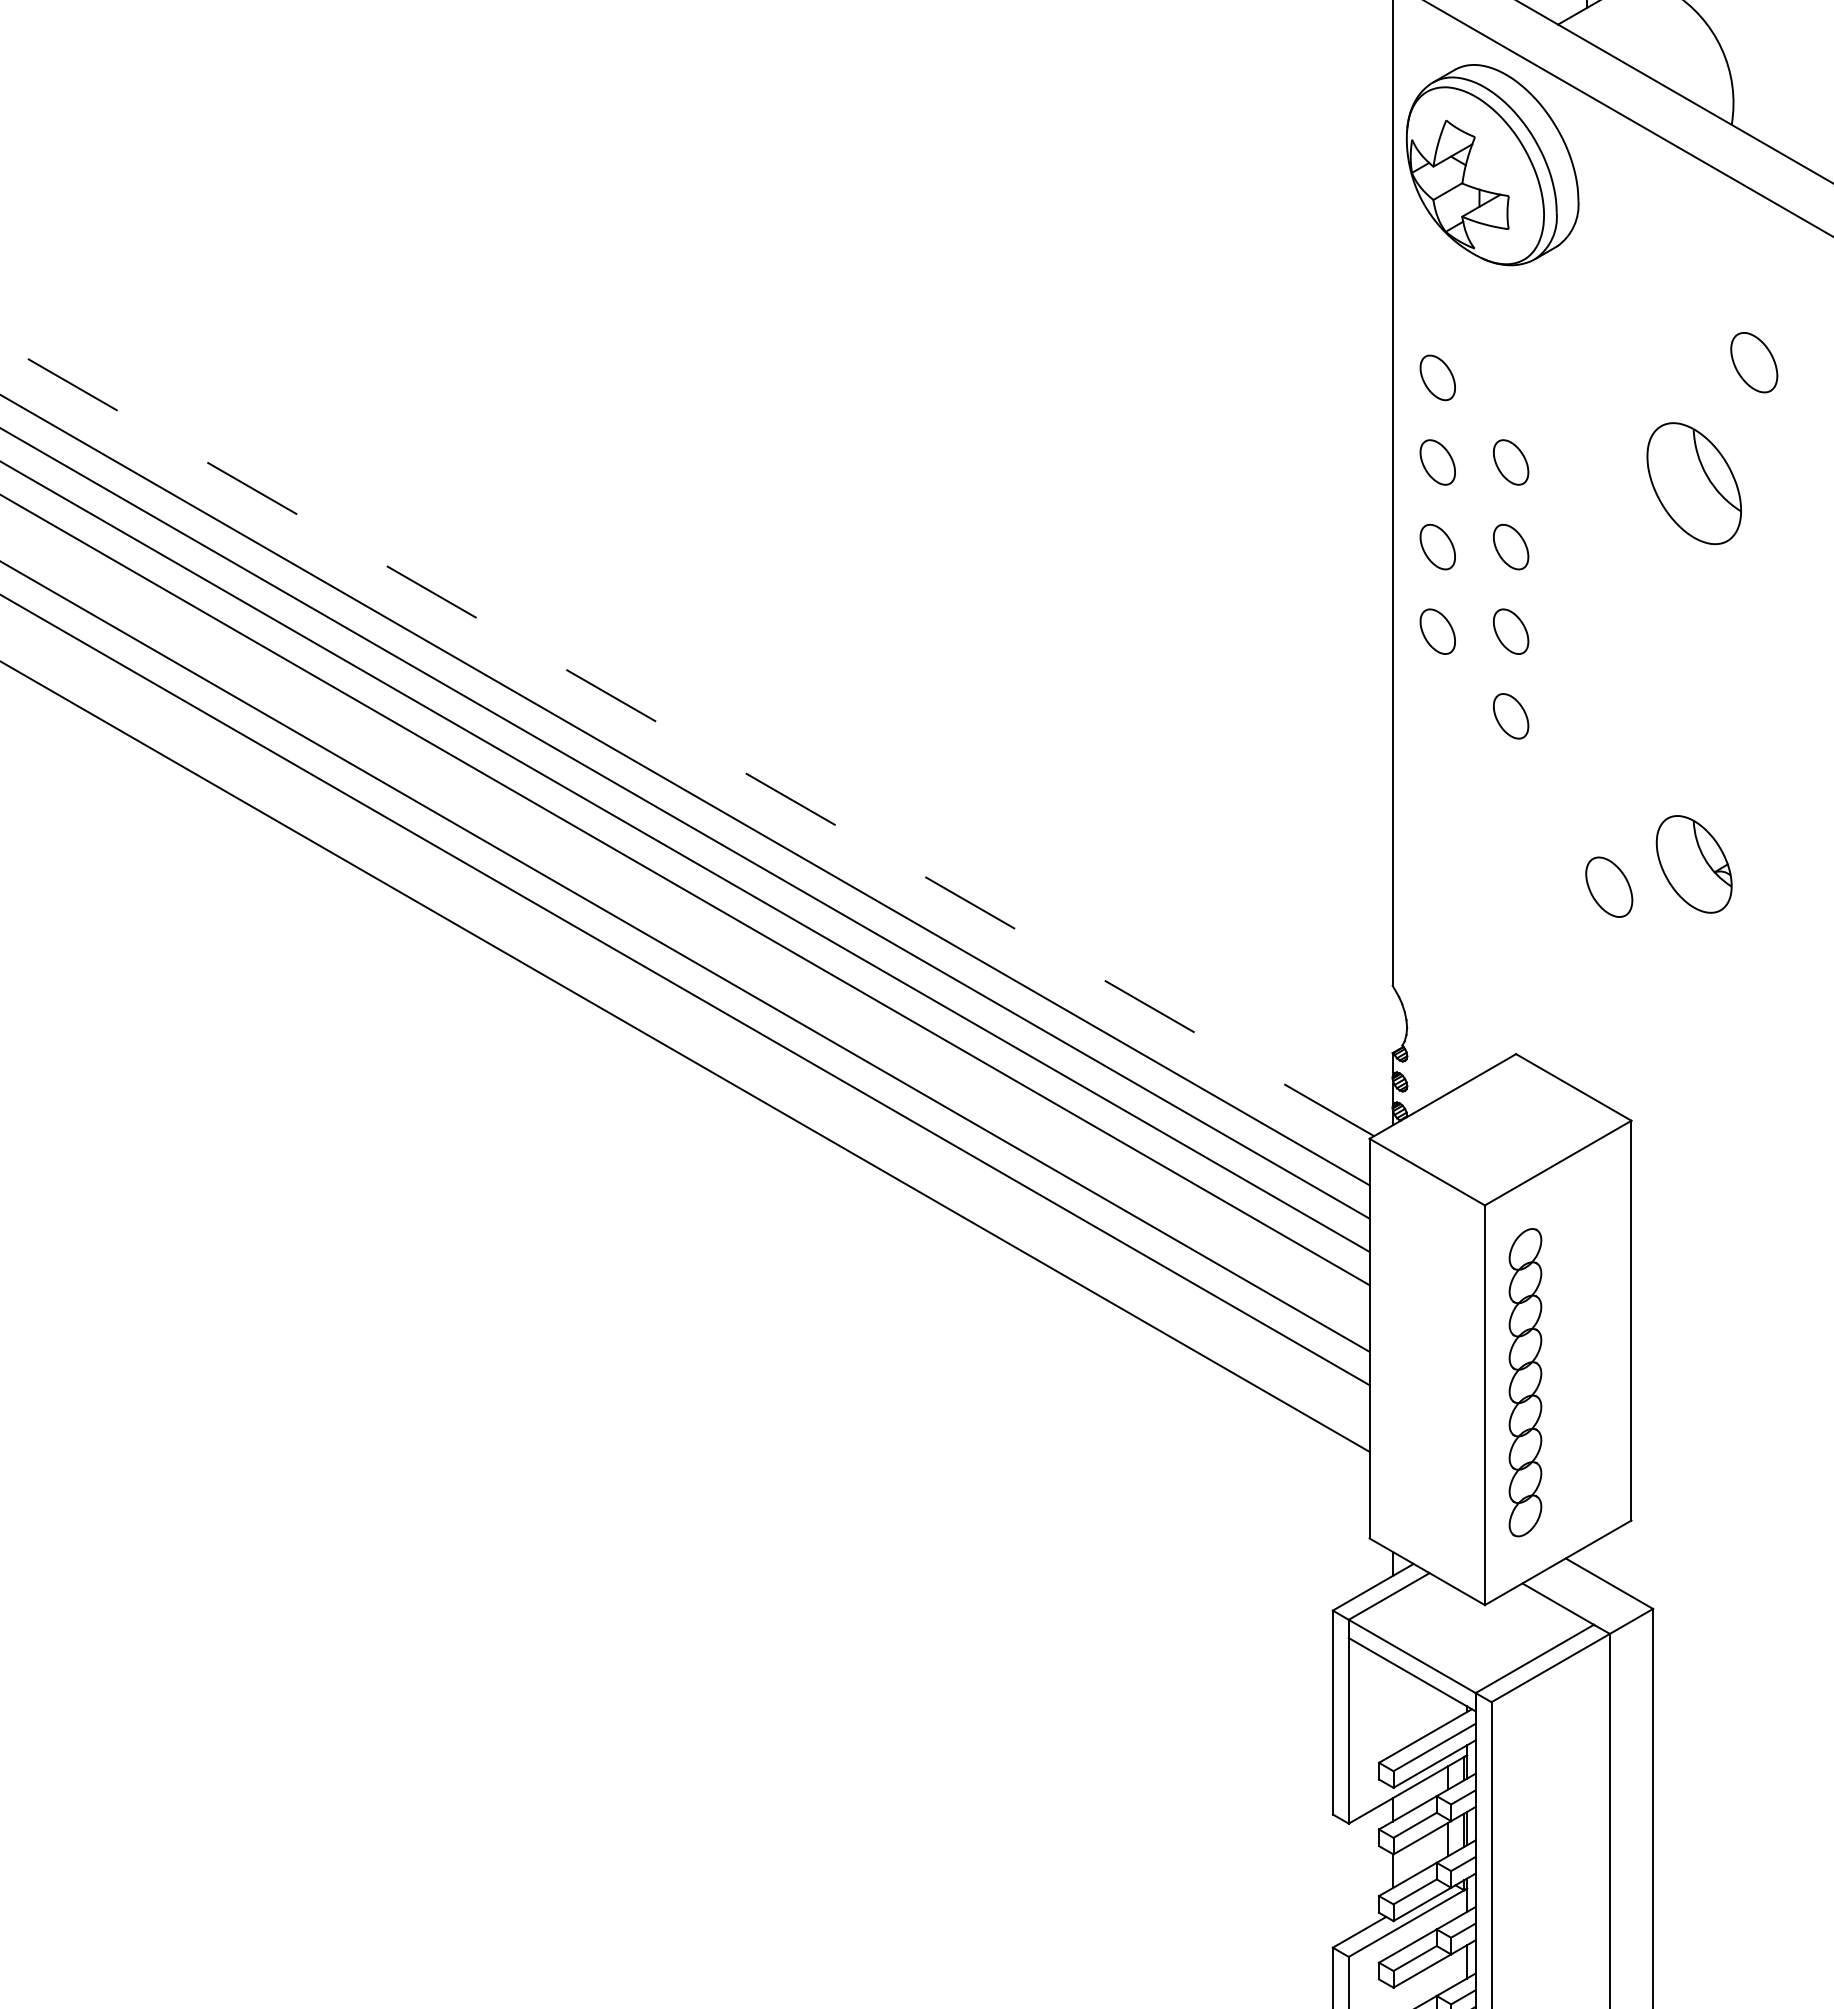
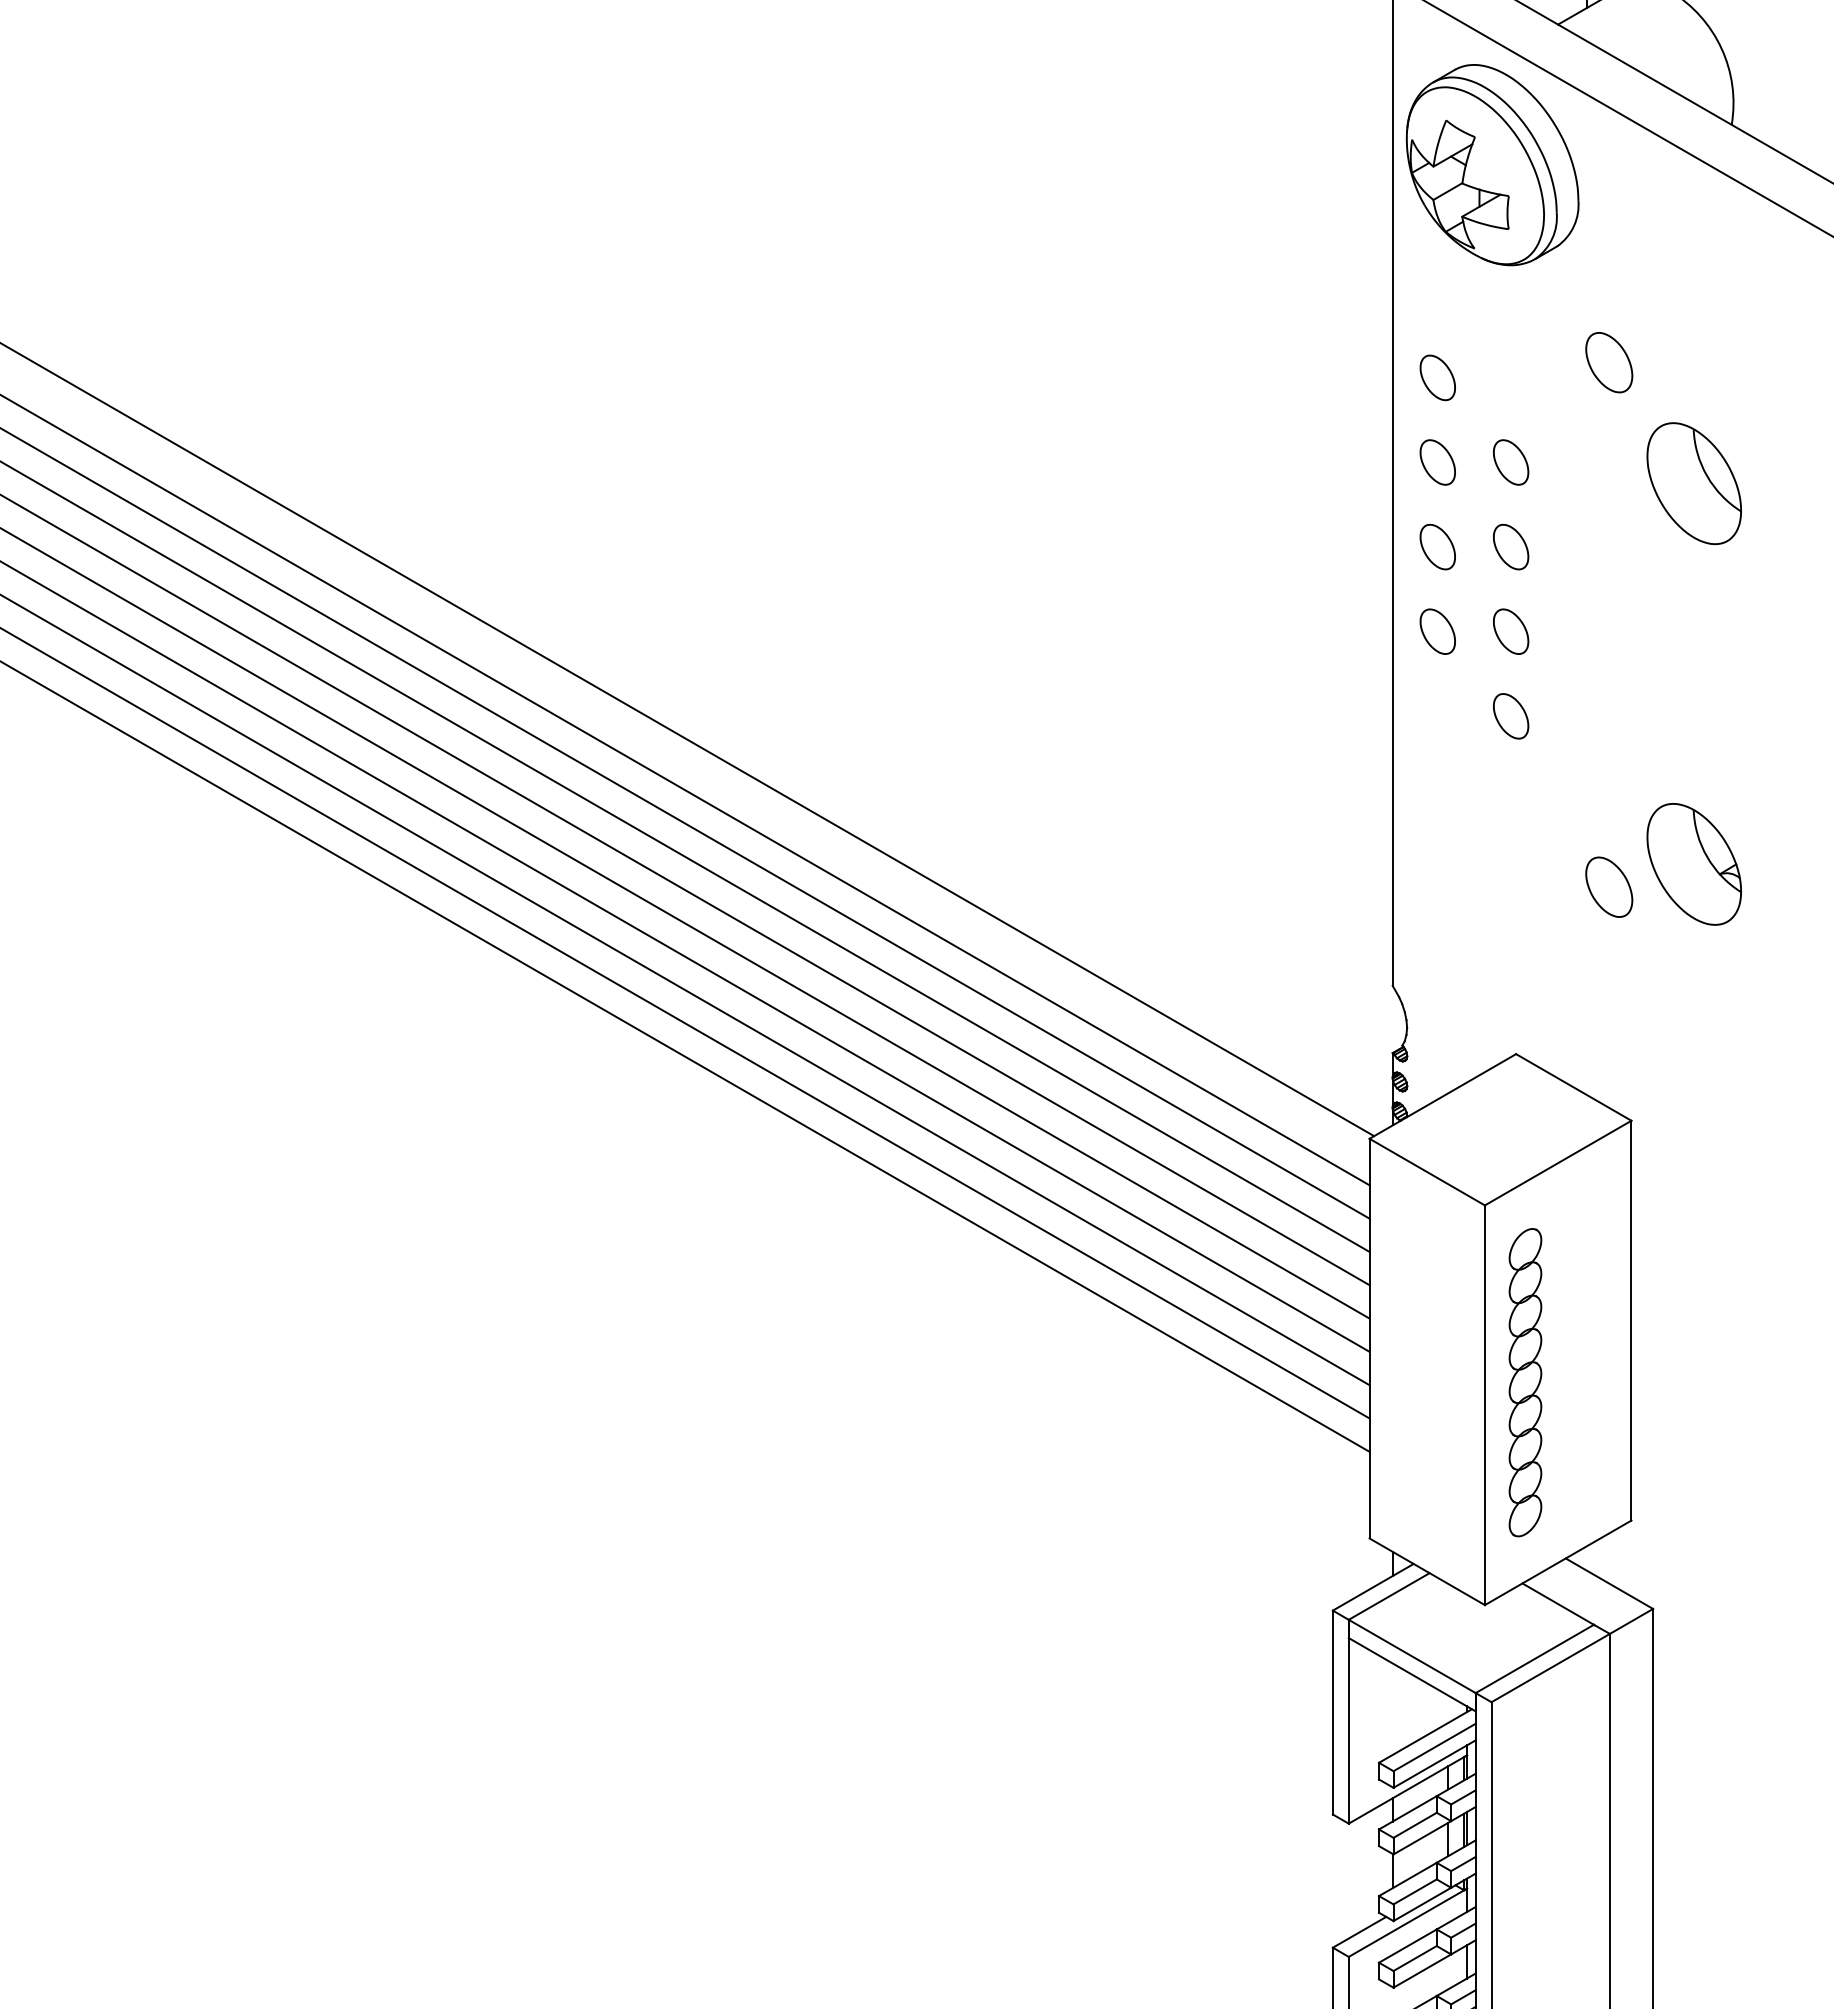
part at (1754, 362) position: (1754, 362) -> (1609, 362)
line at (686, 739): dashed -> solid
part at (1693, 864) size: 78x99 px -> 96x123 px
line at (685, 923): none -> present
line at (685, 1023): none -> present
